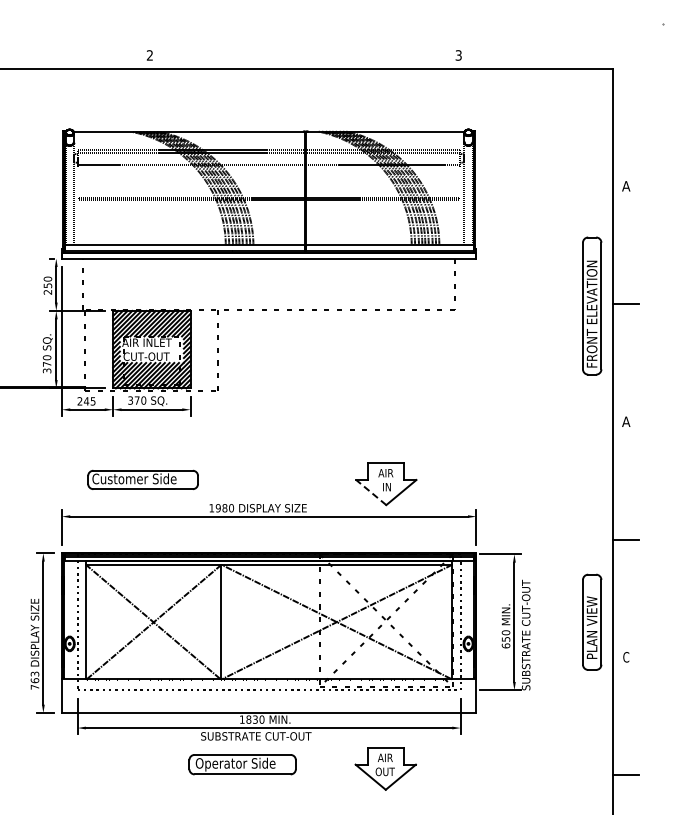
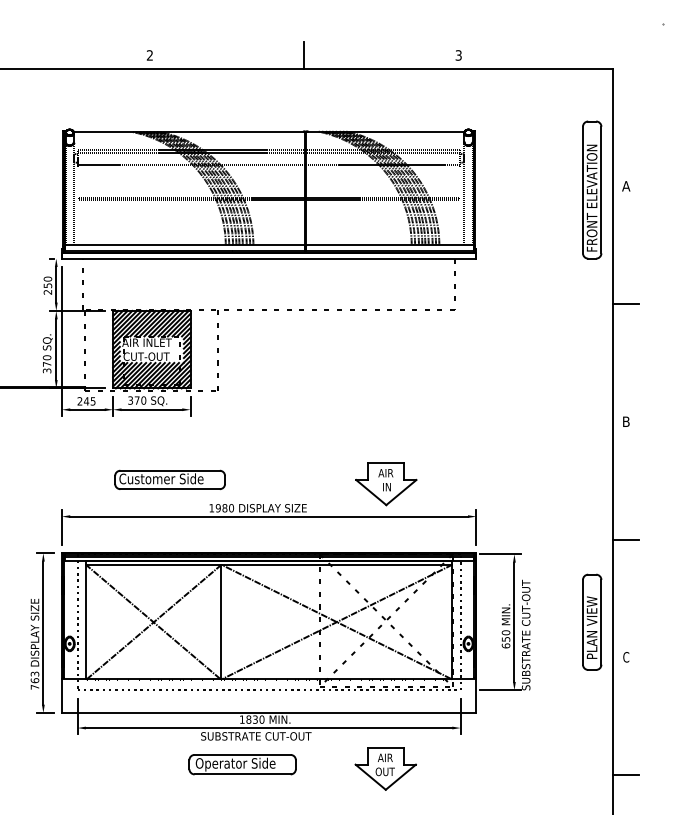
line at (304, 55): none -> present
part at (592, 305) position: (592, 305) -> (592, 189)
text at (626, 421): A -> B
part at (142, 479) position: (142, 479) -> (169, 479)
line at (371, 492): dashed -> solid
